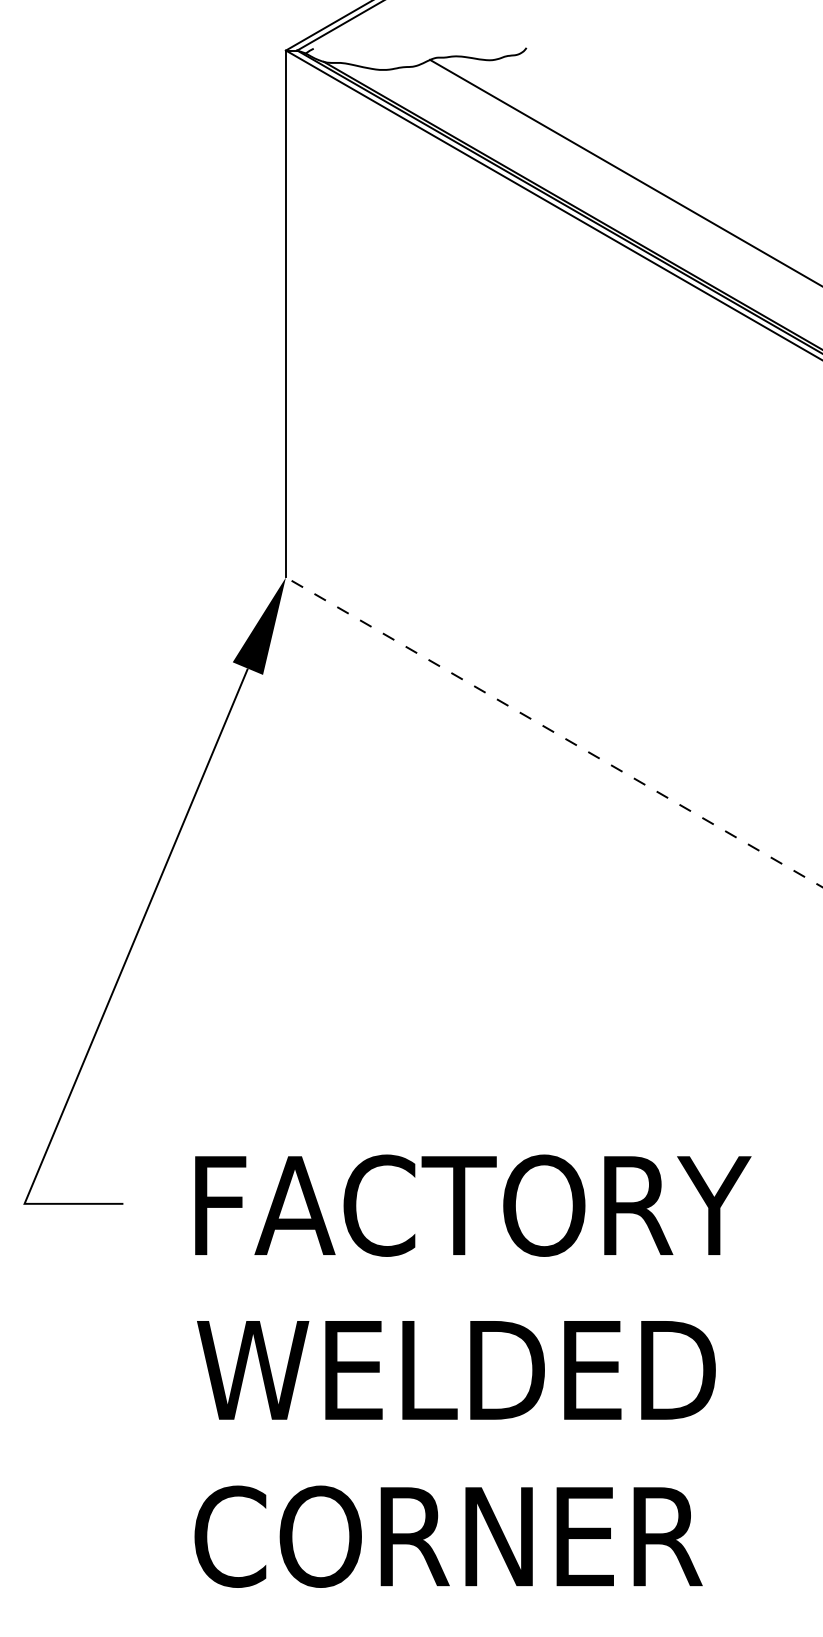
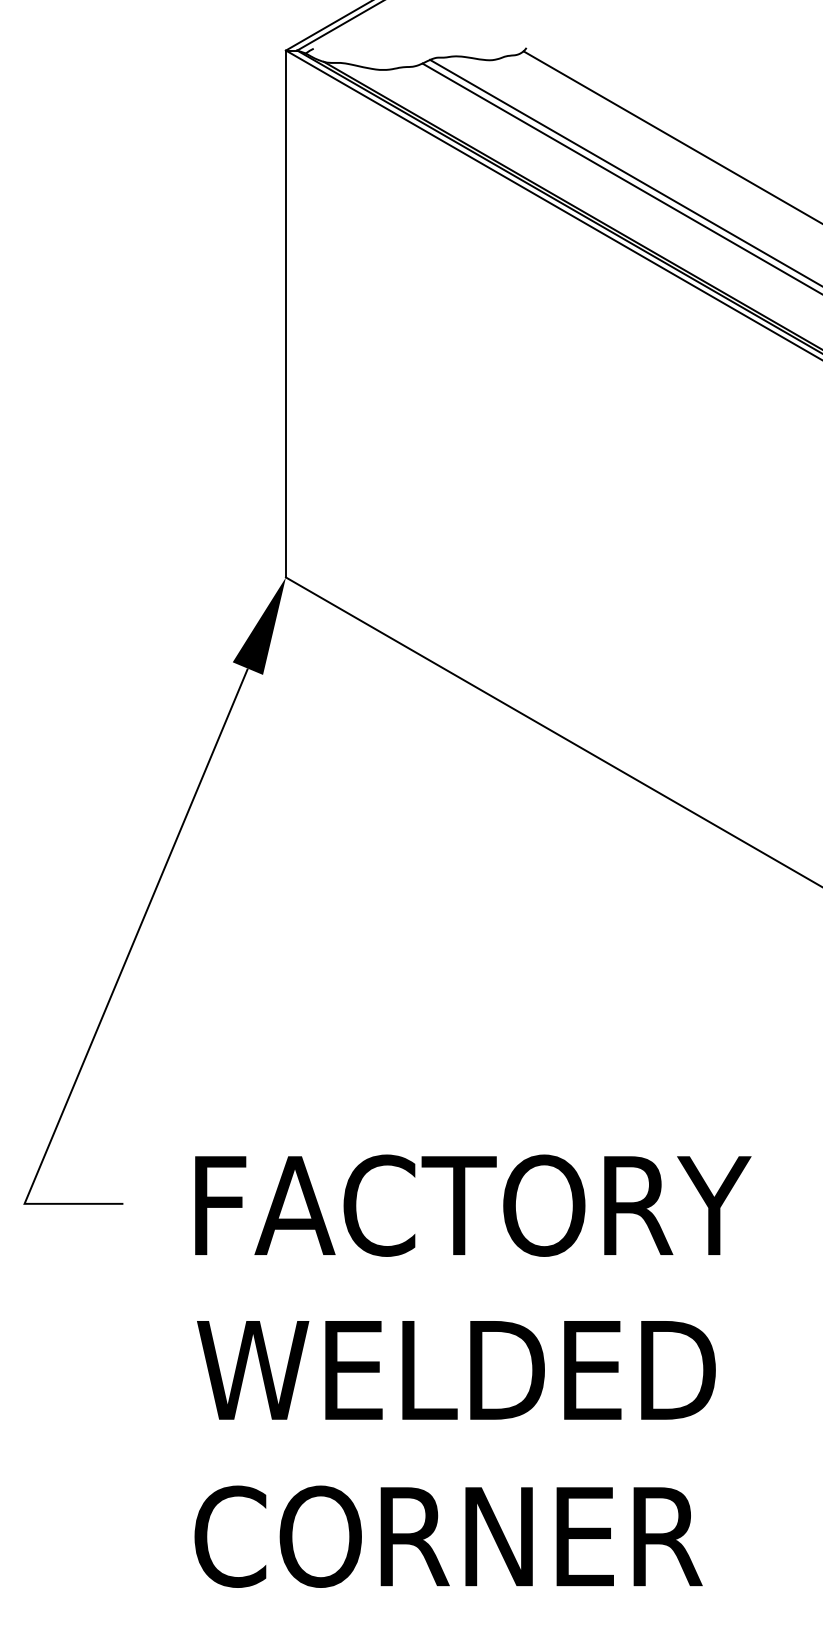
line at (671, 136): none -> present
line at (620, 177): none -> present
line at (554, 732): dashed -> solid
